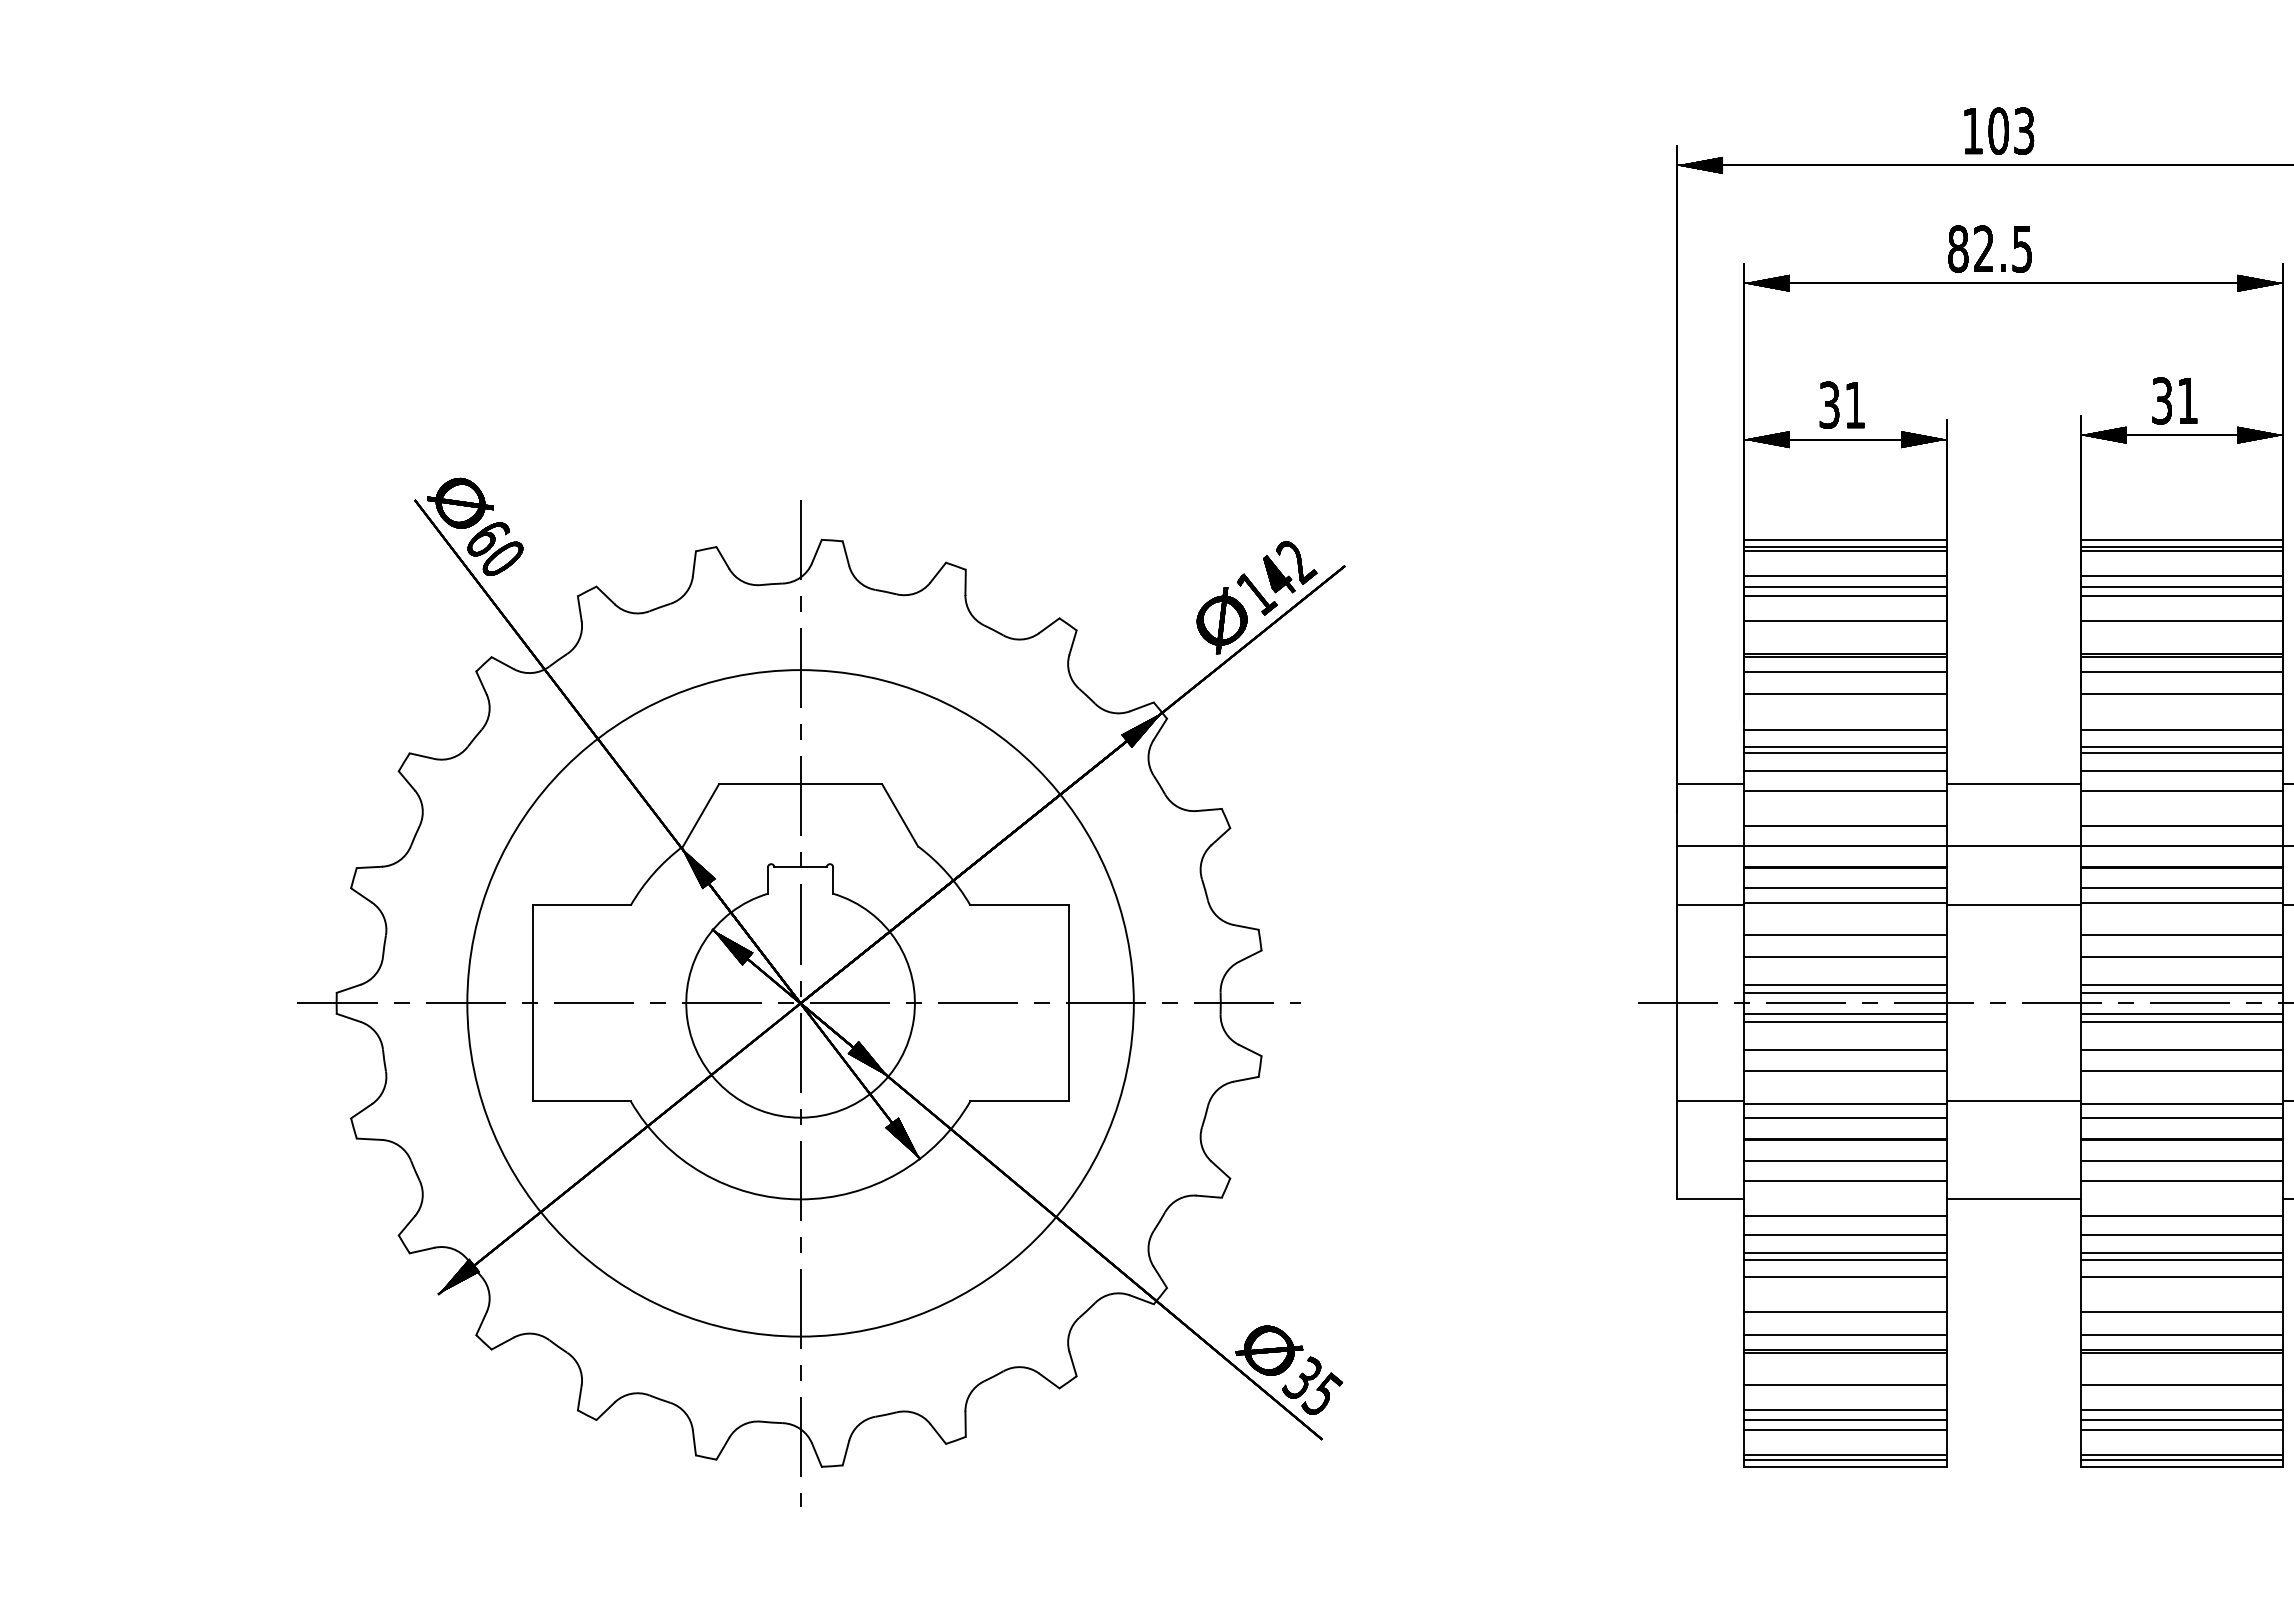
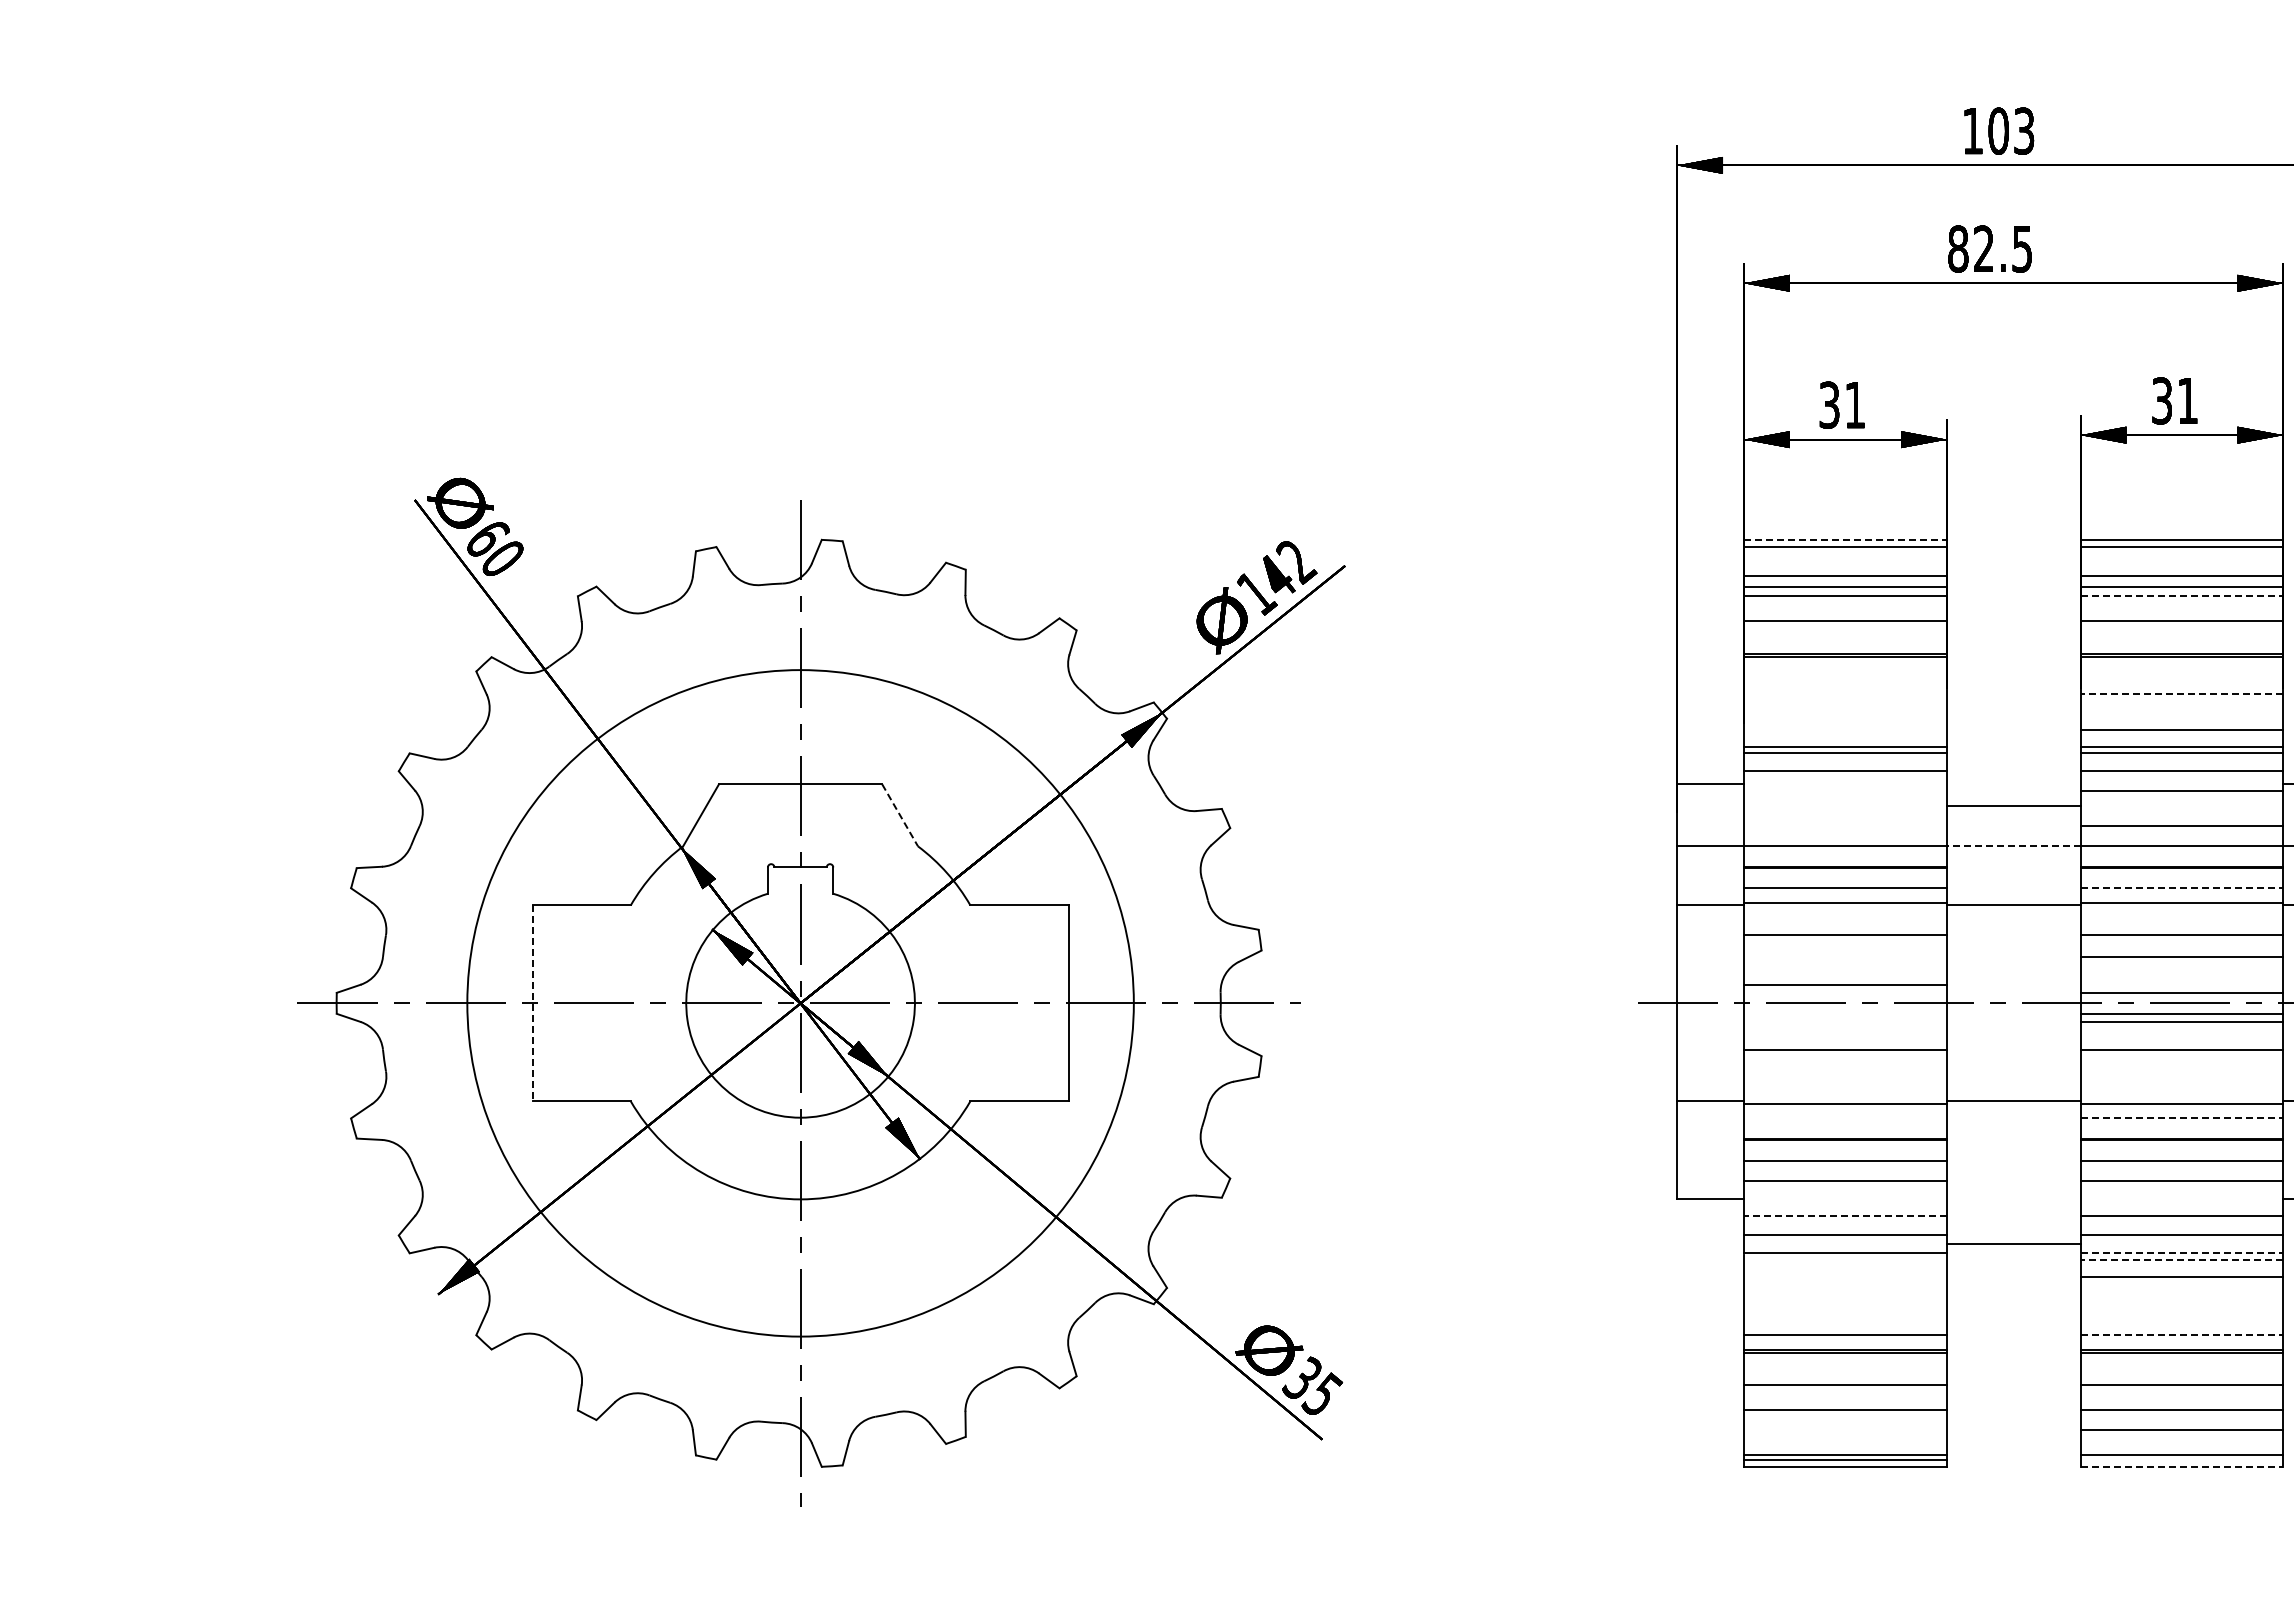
line at (1845, 539): solid -> dashed
line at (1845, 551): present -> none
line at (2181, 551): present -> none
line at (2182, 596): solid -> dashed
line at (1845, 671): present -> none
line at (2181, 671): present -> none
line at (1845, 694): present -> none
line at (2181, 694): solid -> dashed
line at (1845, 729): present -> none
line at (2013, 784) position: (2013, 784) -> (2013, 806)
line at (1845, 790): present -> none
line at (900, 815): solid -> dashed
line at (1845, 825): present -> none
line at (2013, 846): solid -> dashed
line at (2182, 888): solid -> dashed
line at (1845, 957): present -> none
line at (2181, 984): present -> none
line at (1845, 992): present -> none
line at (532, 1003): solid -> dashed
line at (1845, 1013): present -> none
line at (1845, 1021): present -> none
line at (1845, 1071): present -> none
line at (2181, 1071): present -> none
line at (1845, 1118): present -> none
line at (2182, 1118): solid -> dashed
line at (2013, 1199) position: (2013, 1199) -> (2013, 1244)
line at (1844, 1216): solid -> dashed
line at (2182, 1253): solid -> dashed
line at (1845, 1259): present -> none
line at (2181, 1259): solid -> dashed
line at (1845, 1276): present -> none
line at (1845, 1312): present -> none
line at (2181, 1312): present -> none
line at (2182, 1335): solid -> dashed
line at (1845, 1420): present -> none
line at (2181, 1420): present -> none
line at (1845, 1430): present -> none
line at (2181, 1459): present -> none
line at (2182, 1466): solid -> dashed
